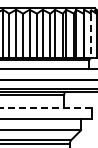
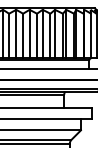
line at (91, 36): dashed -> solid
line at (46, 108): dashed -> solid
